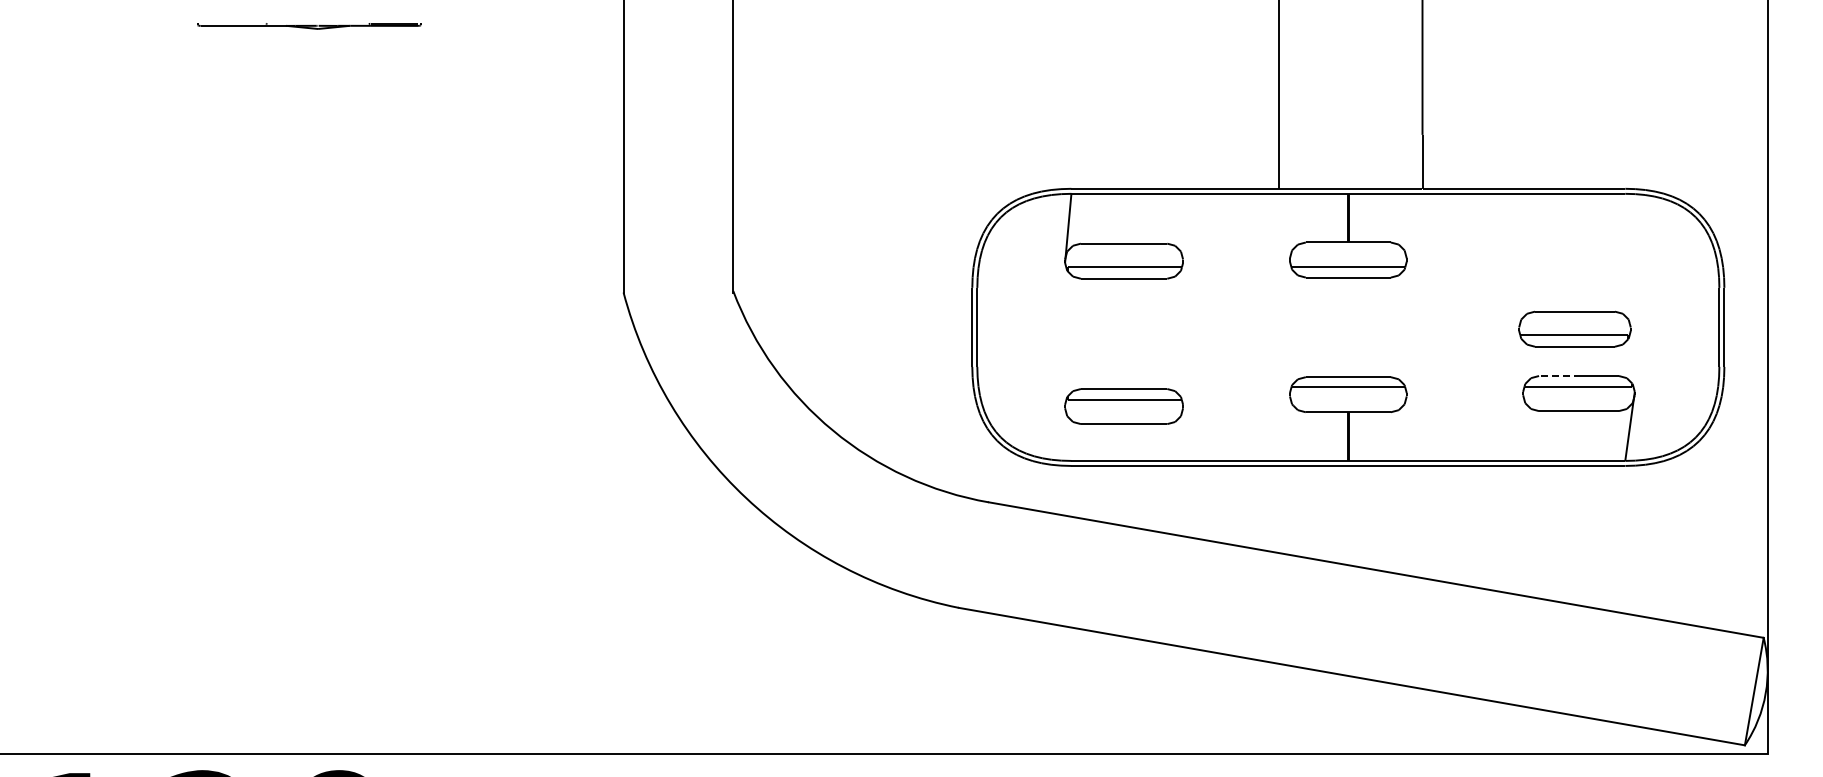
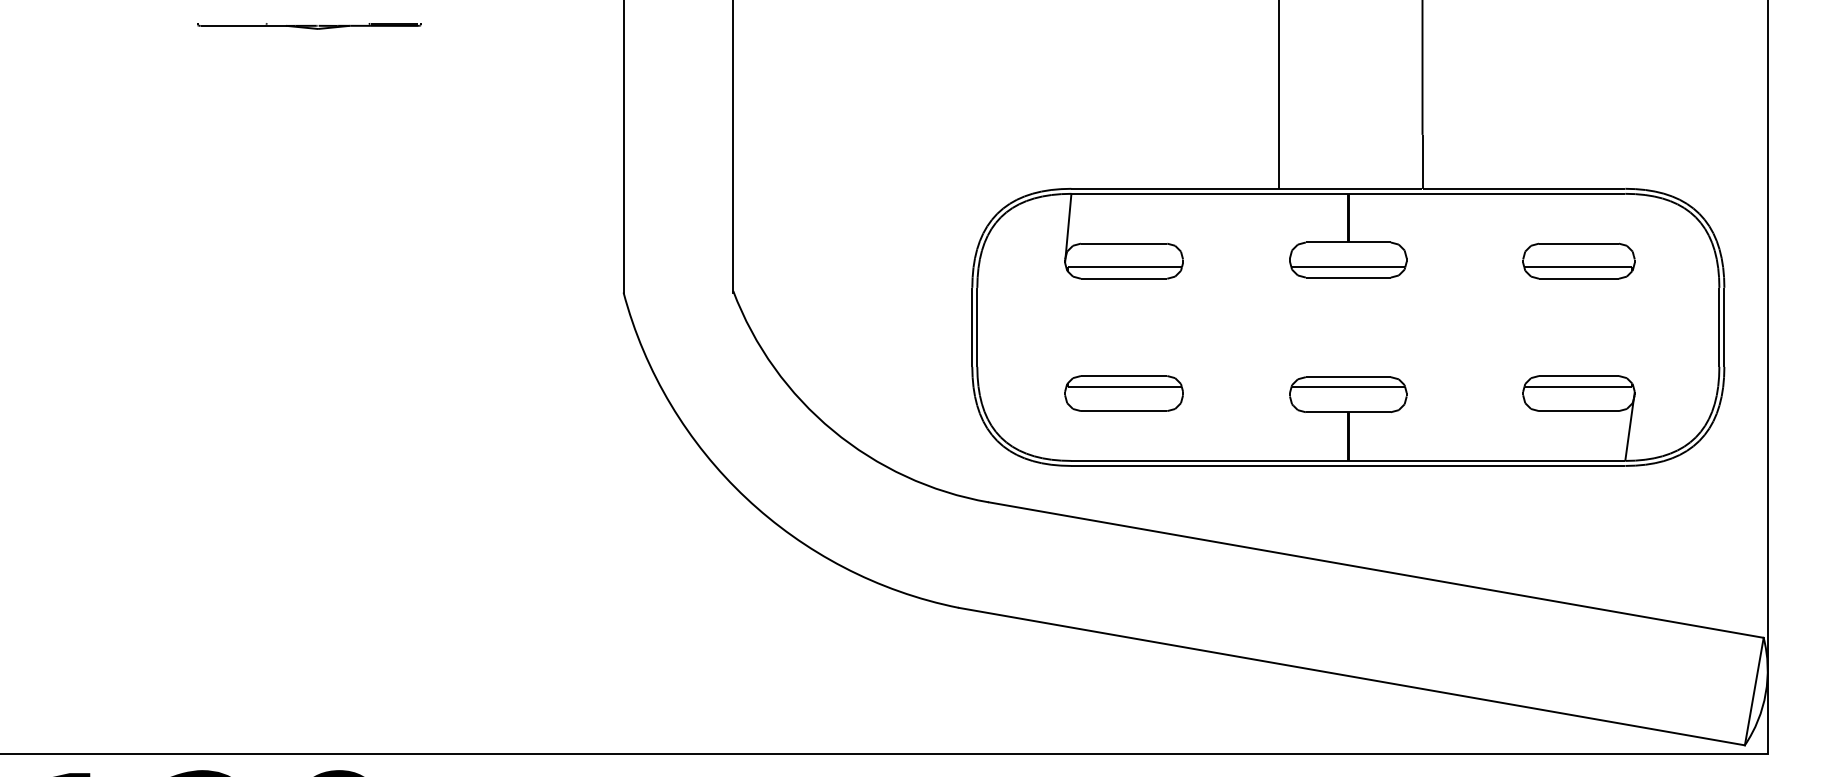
part at (1574, 328) position: (1574, 328) -> (1578, 260)
line at (1559, 376): dashed -> solid
part at (1123, 406) position: (1123, 406) -> (1123, 393)
